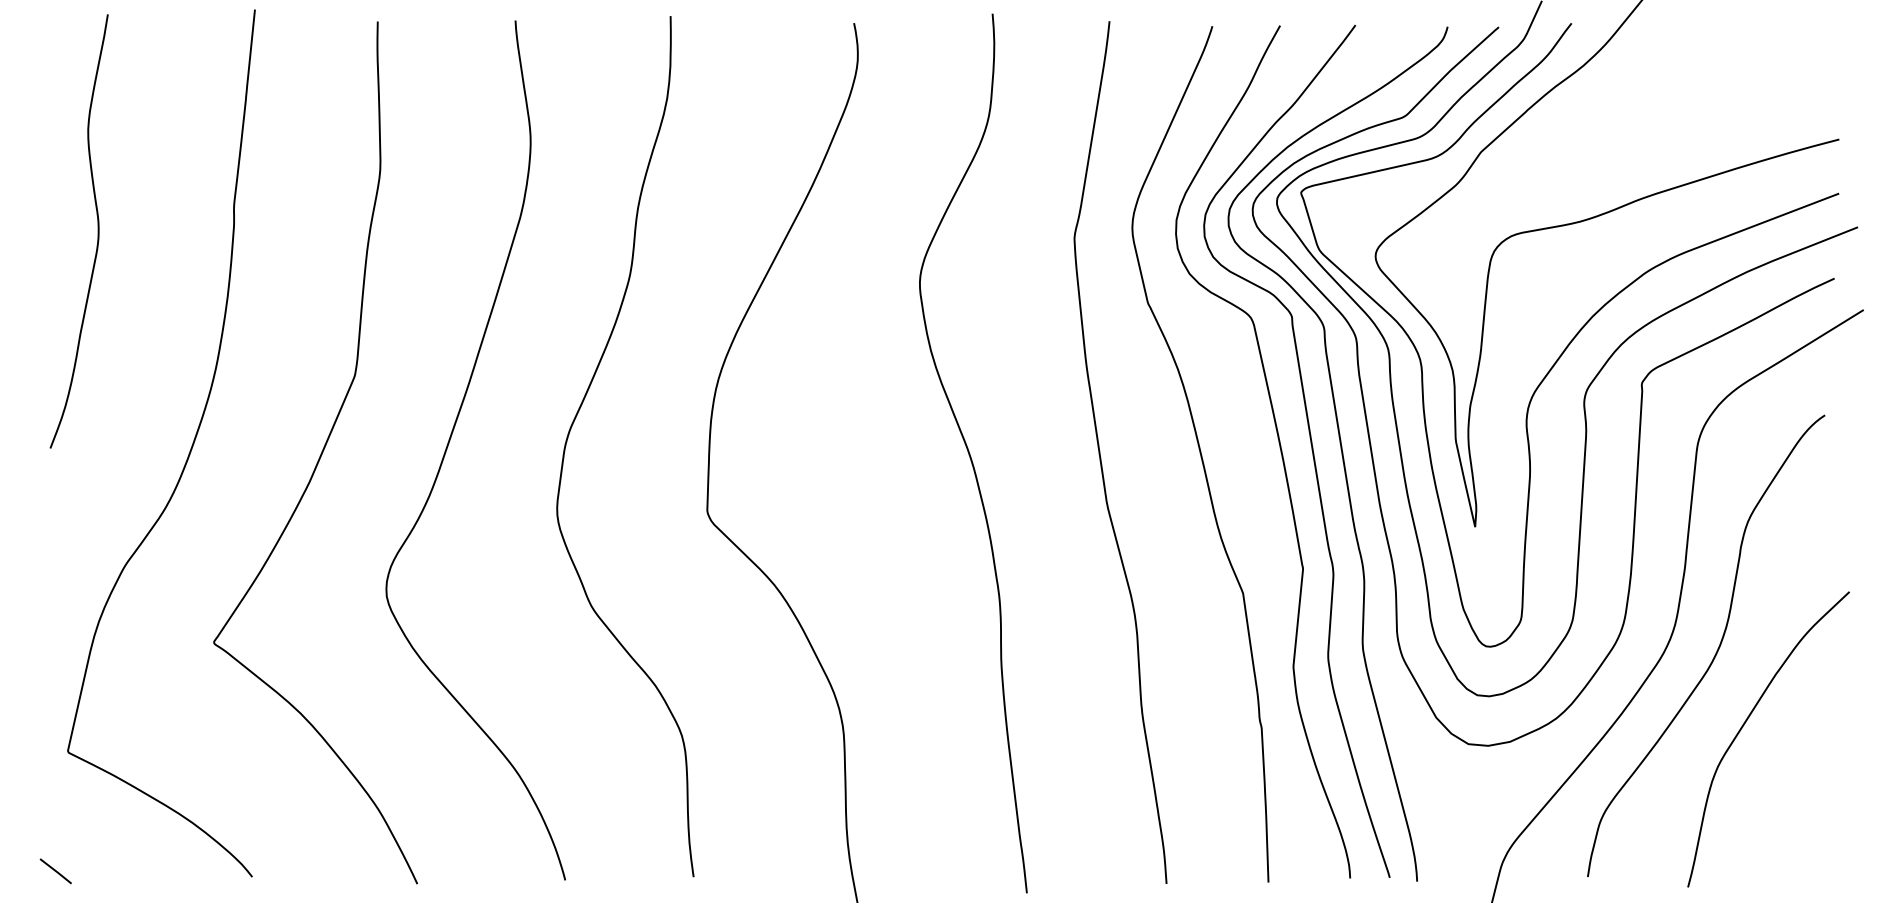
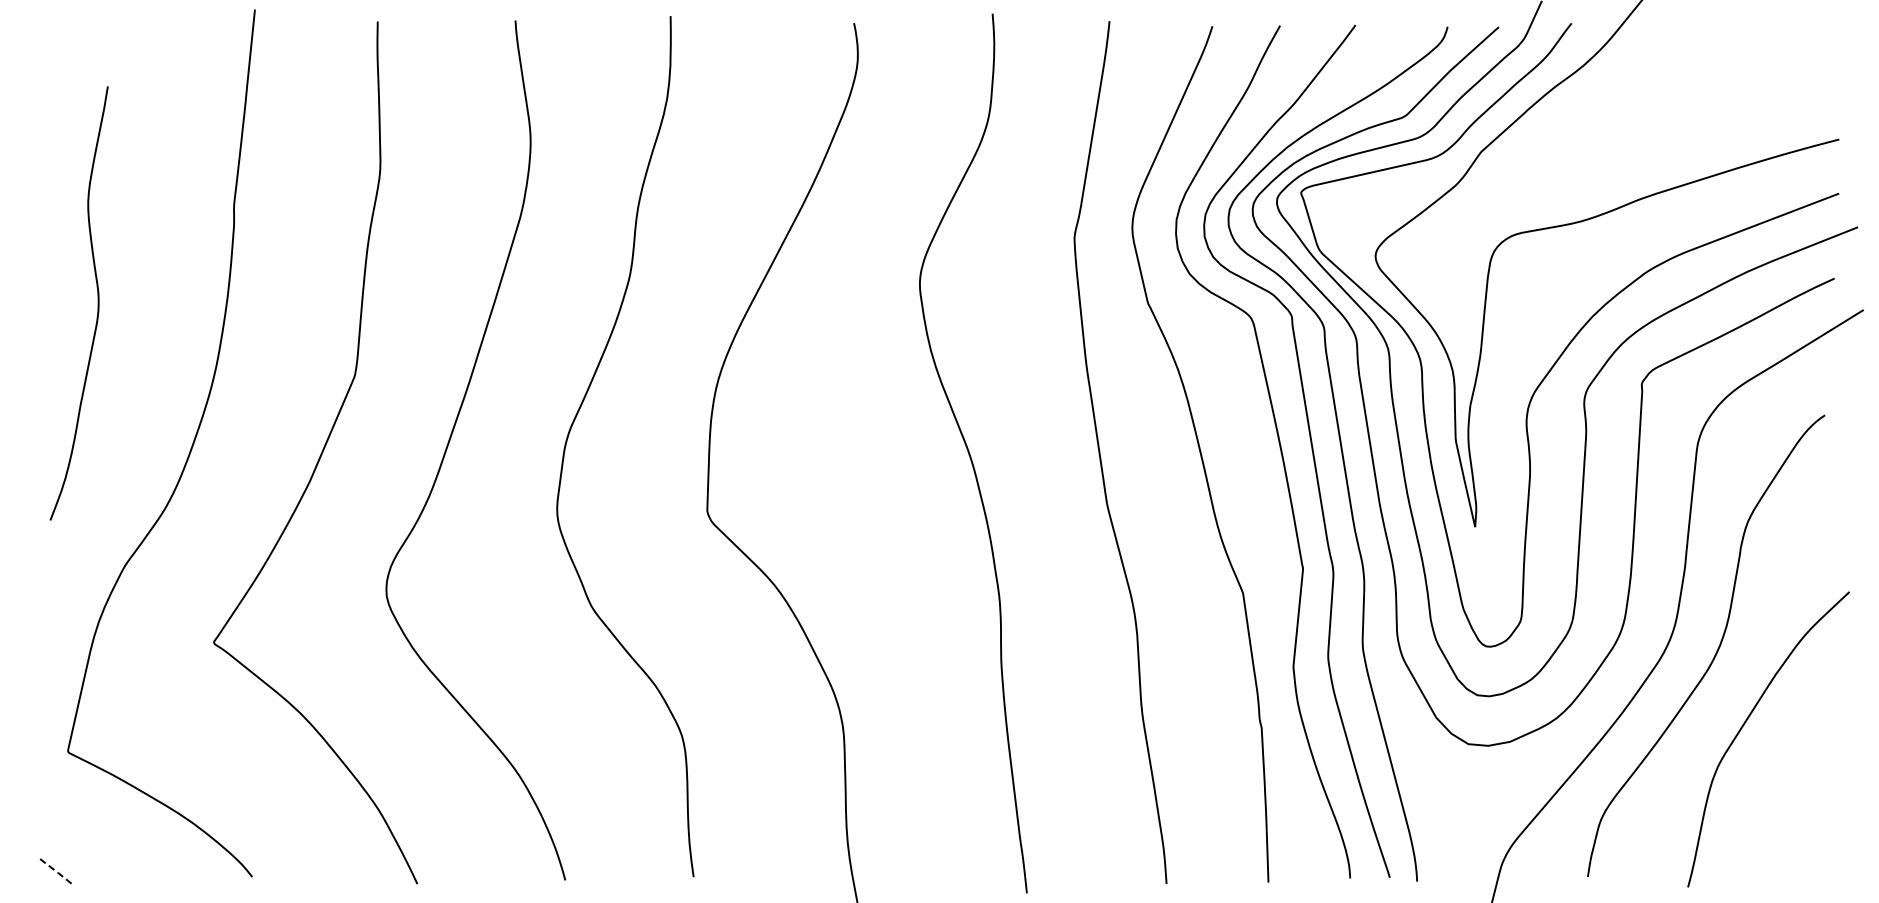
curve at (97, 231) position: (97, 231) -> (97, 303)
line at (56, 871): solid -> dashed
